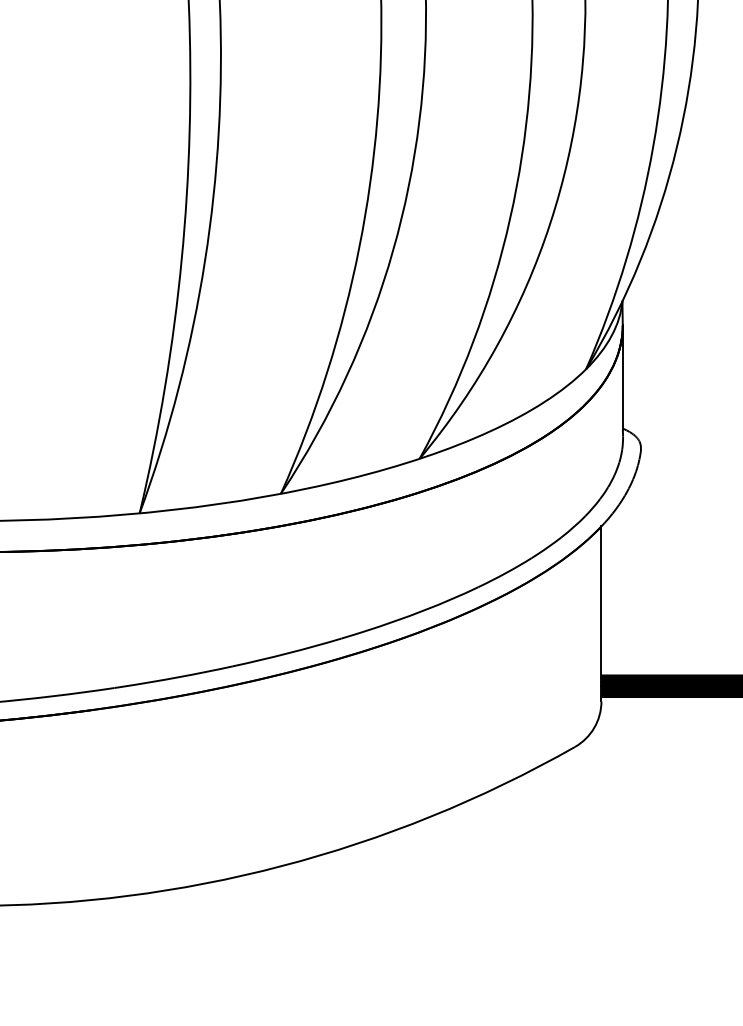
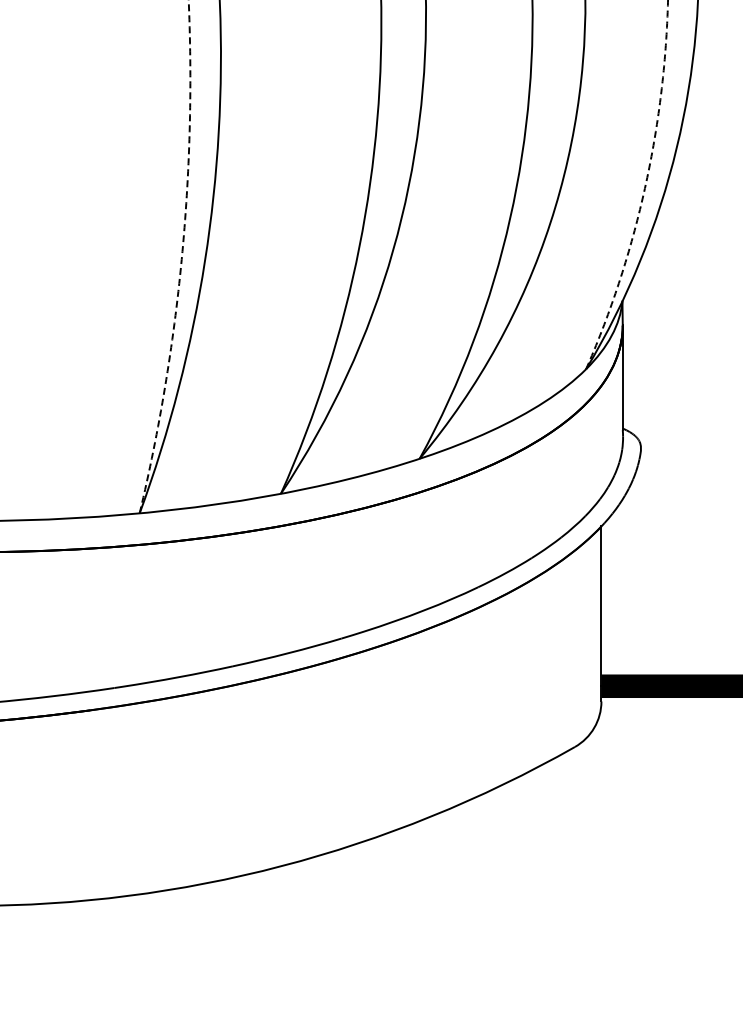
arc at (644, 189): solid -> dashed
arc at (181, 259): solid -> dashed
